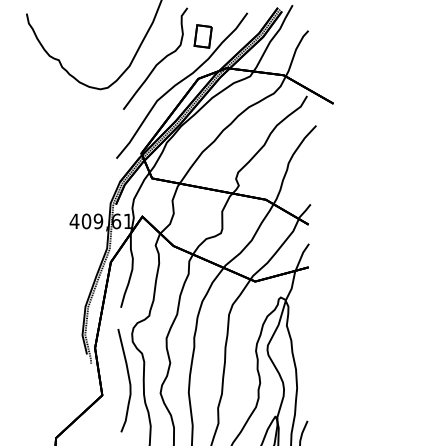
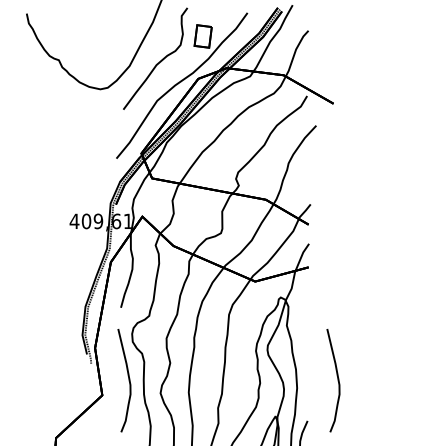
curve at (337, 380): none -> present
